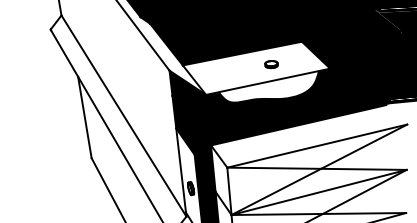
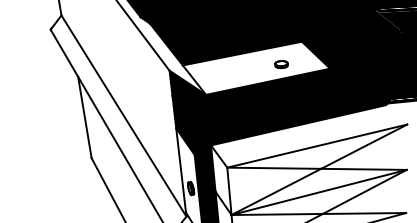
part at (271, 64) position: (271, 64) -> (281, 64)
fill at (268, 86): none -> present
